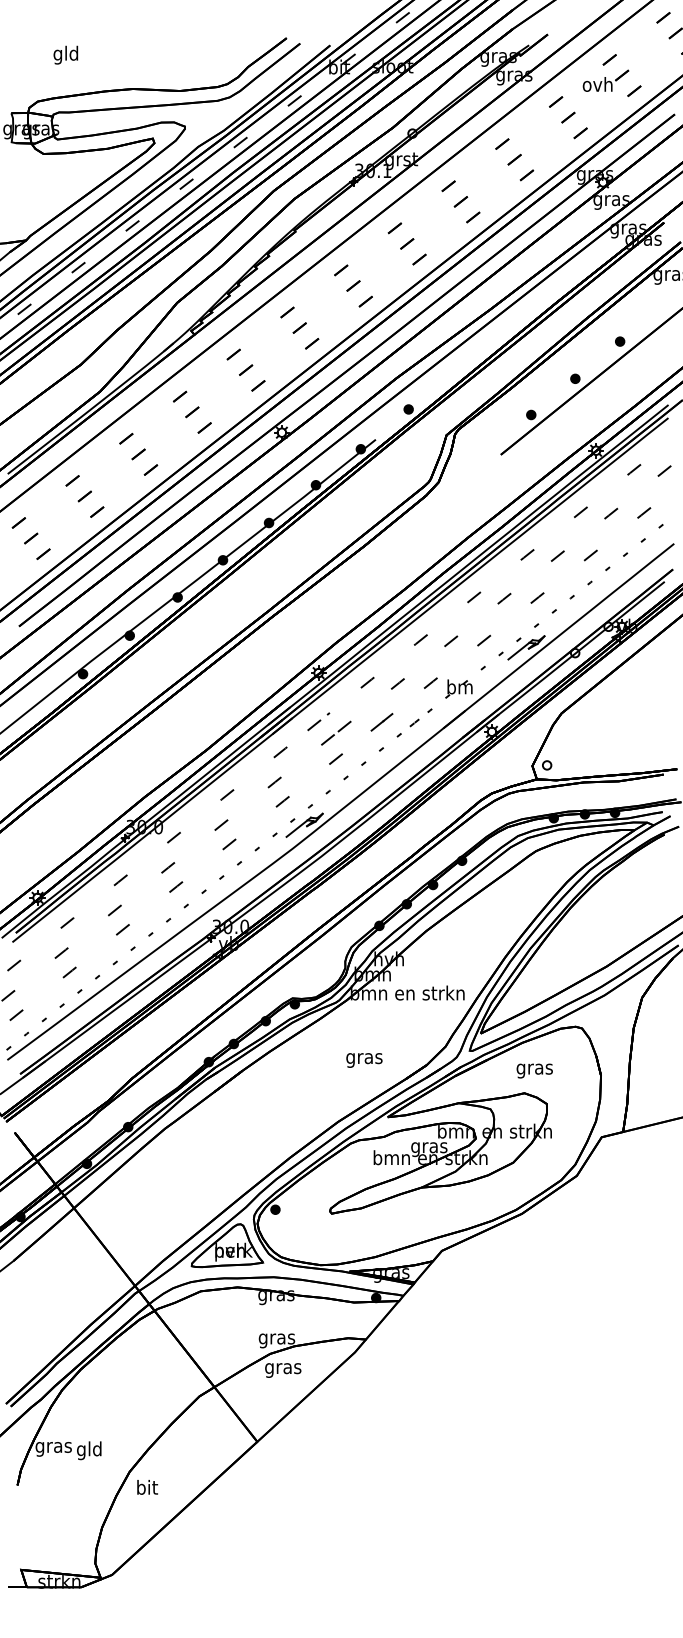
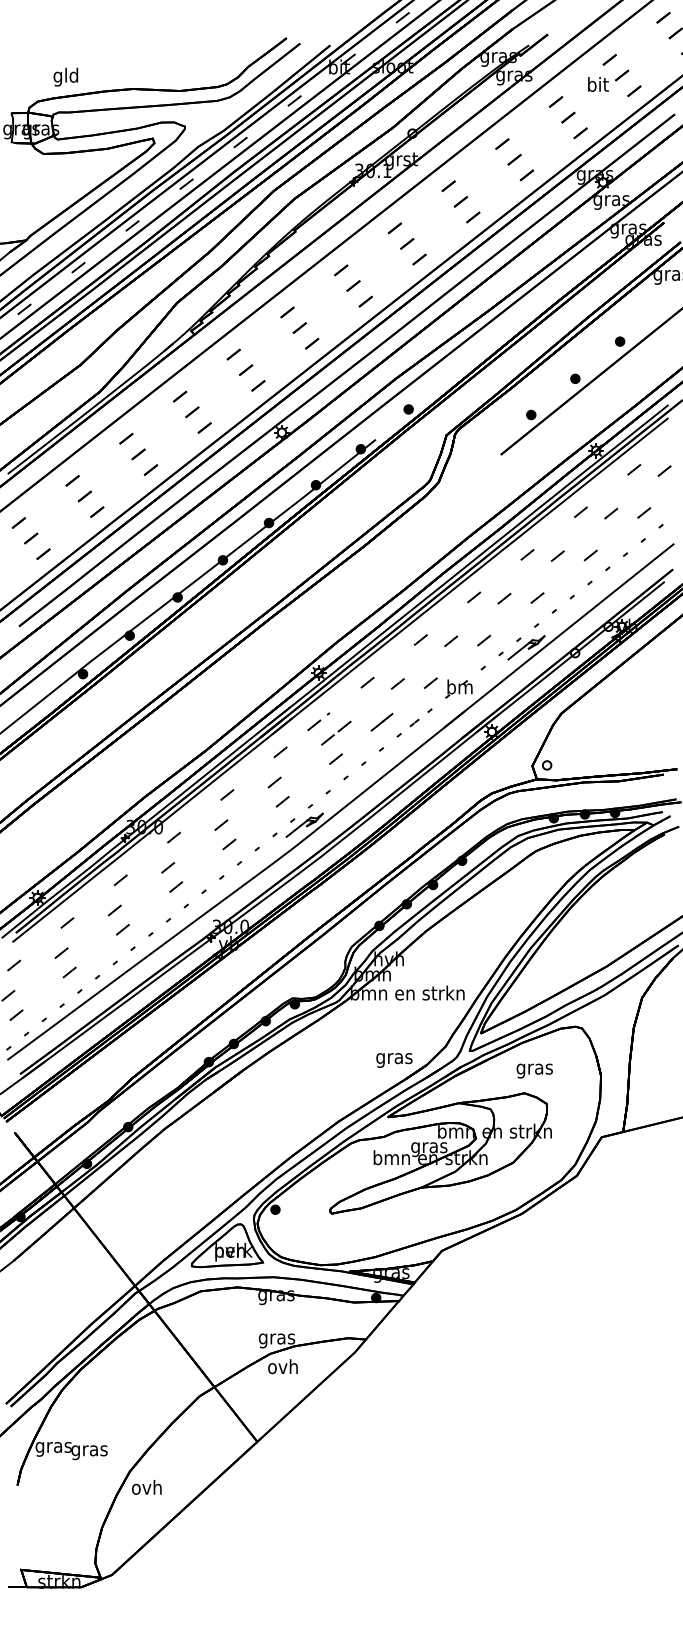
text at (65, 54) position: (65, 54) -> (65, 76)
text at (597, 84): ovh -> bit
text at (364, 1060) position: (364, 1060) -> (394, 1060)
text at (283, 1368): gras -> ovh
text at (89, 1450): gld -> gras
text at (146, 1486): bit -> ovh
